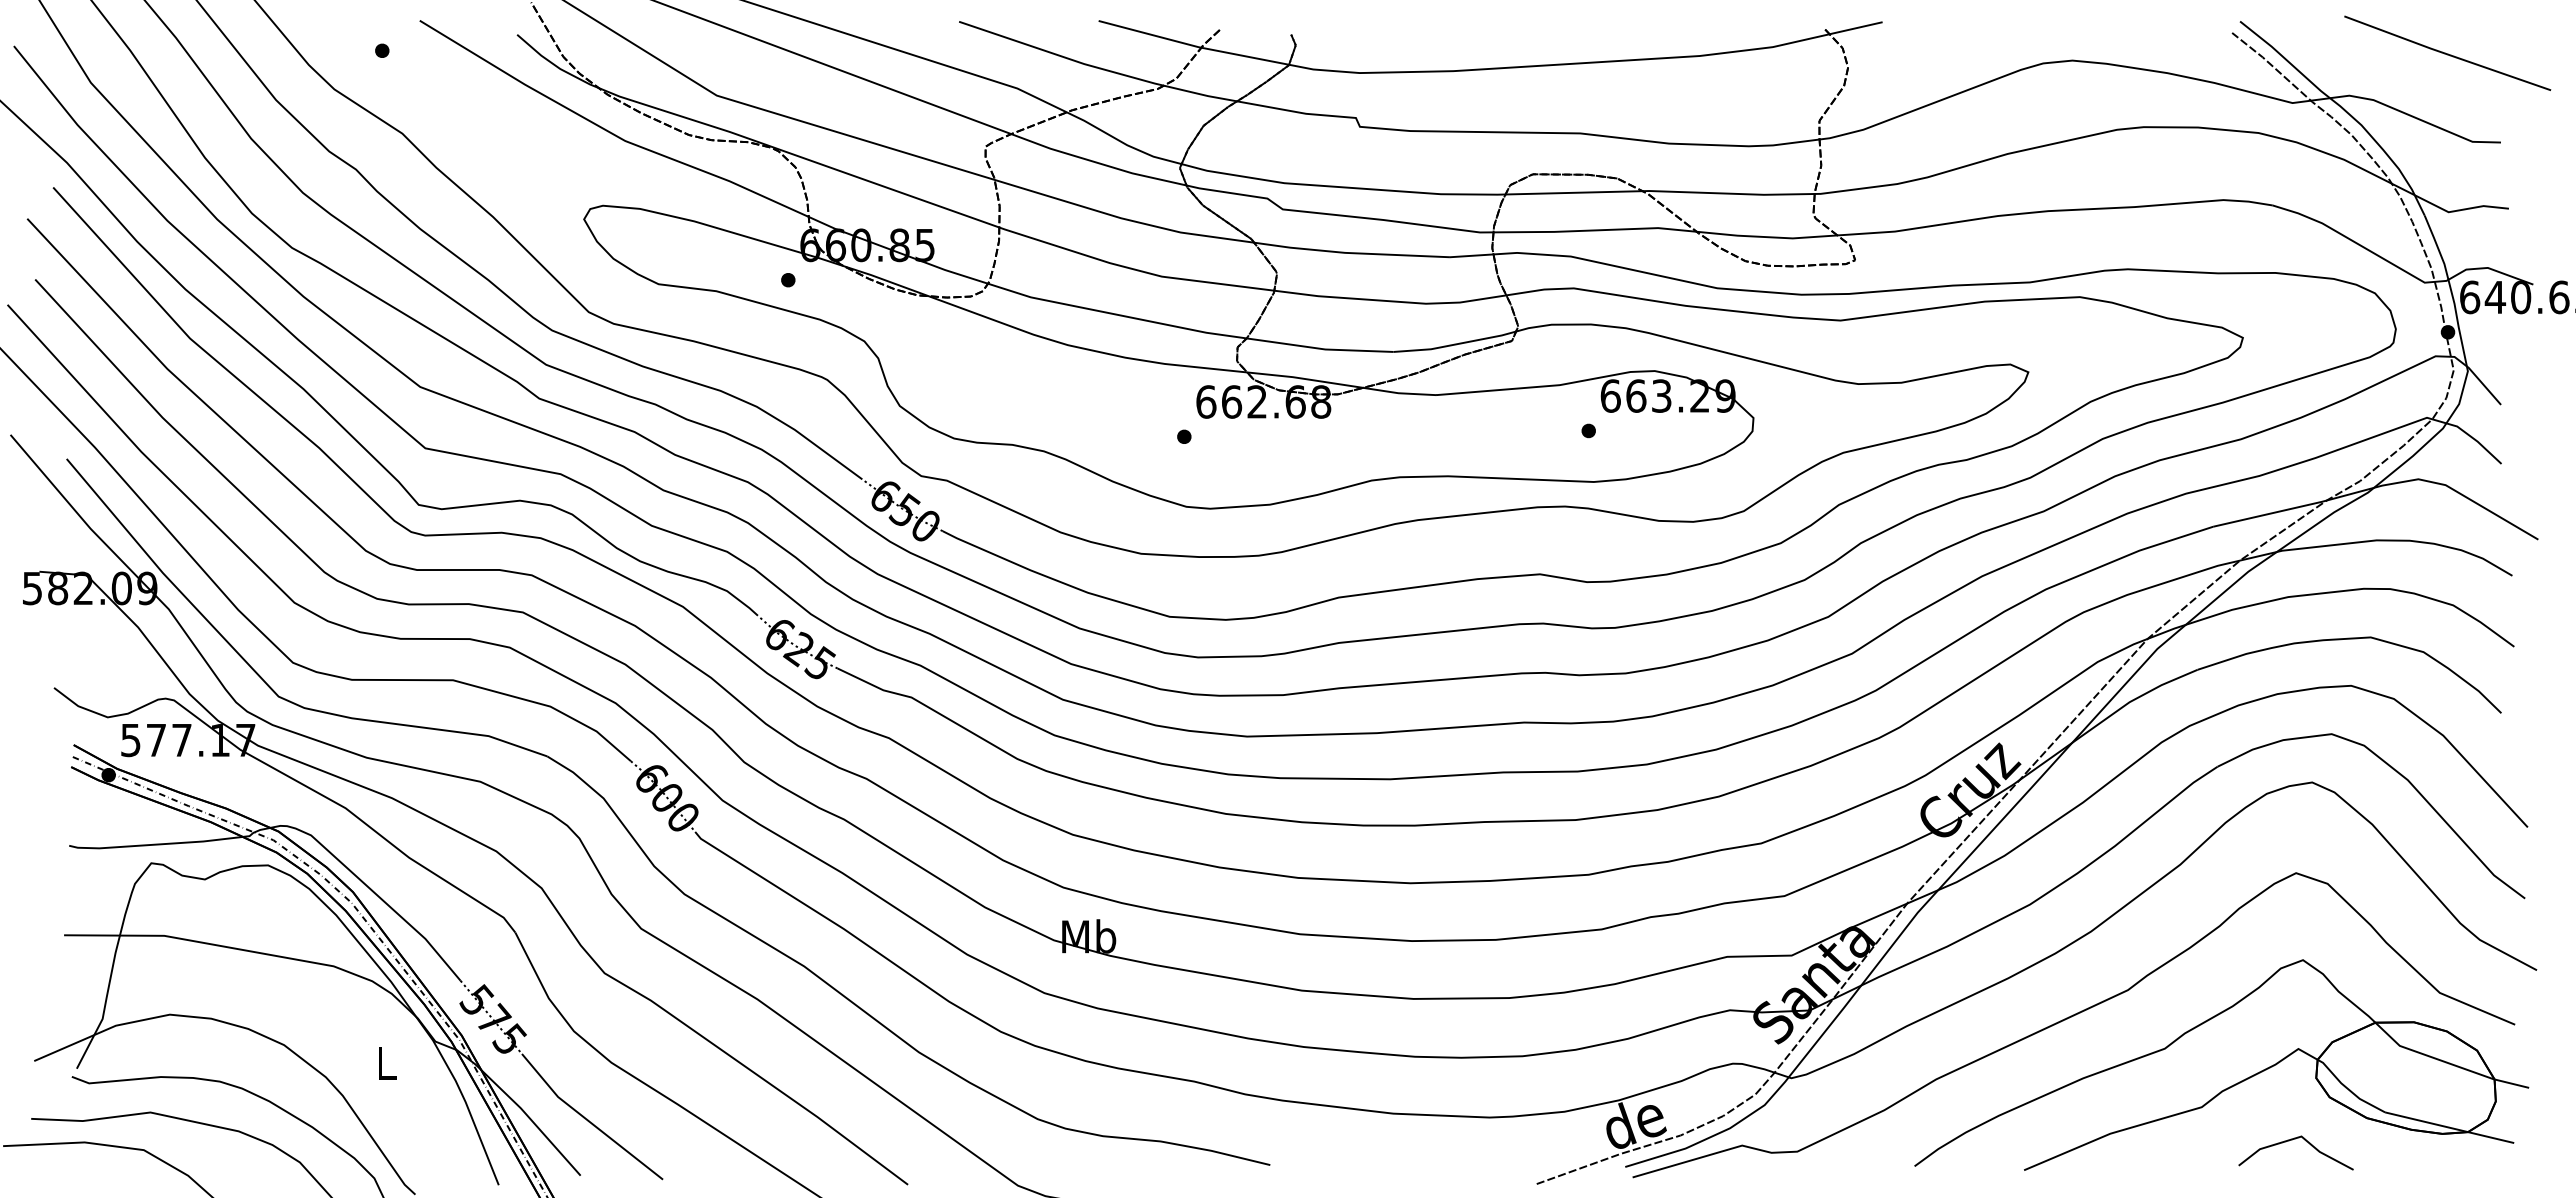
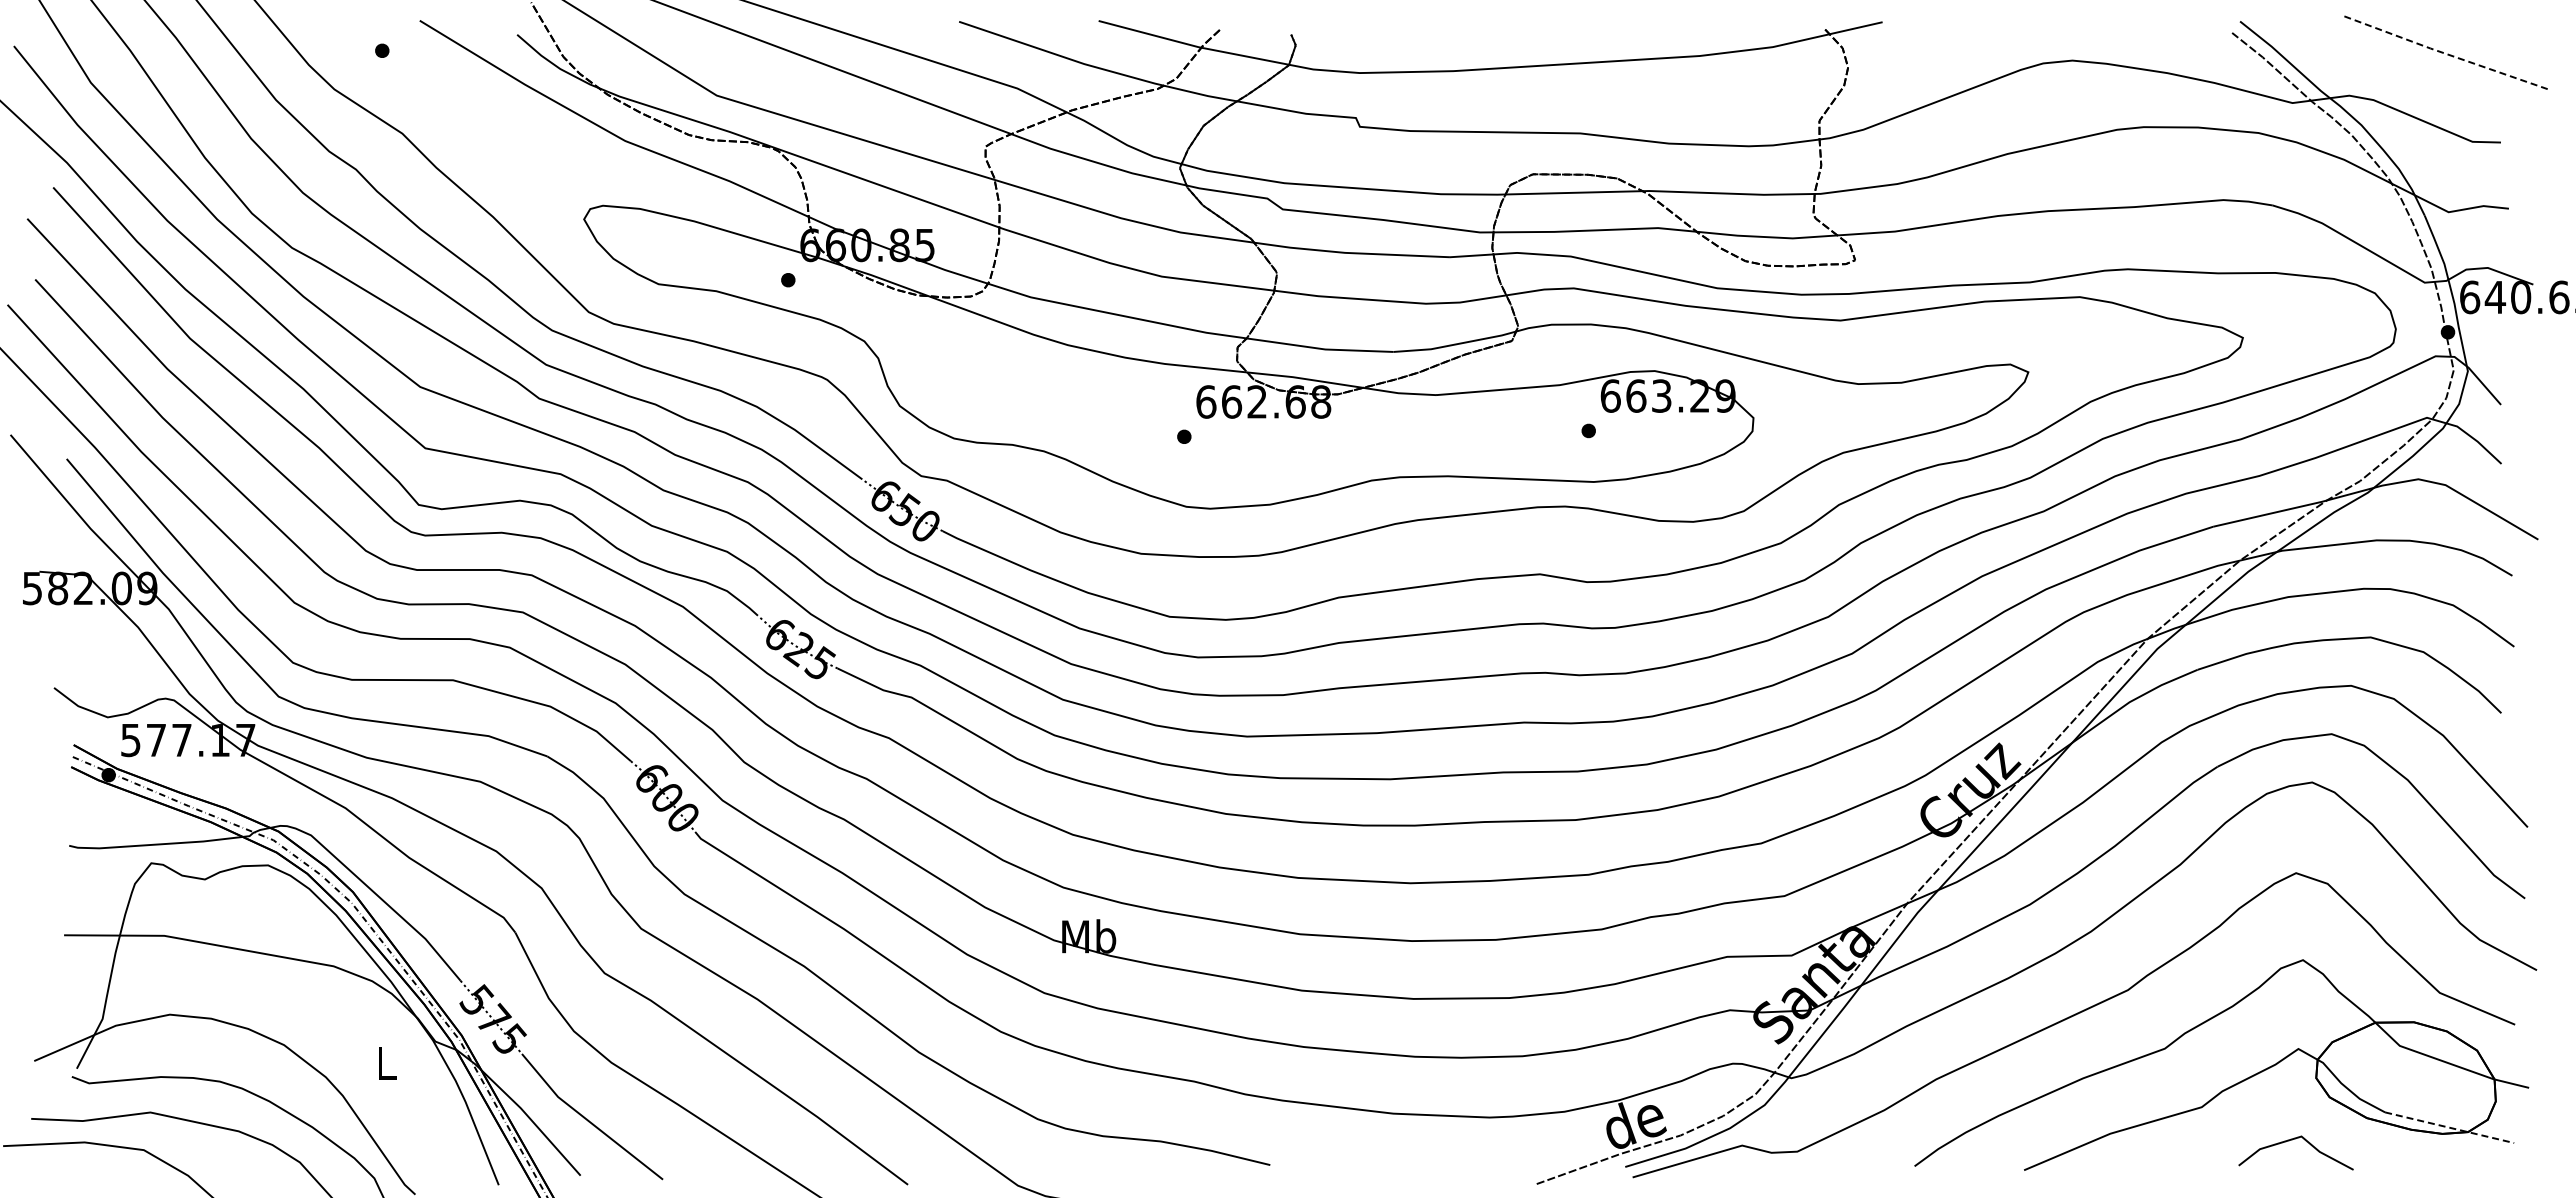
line at (2446, 54): solid -> dashed
line at (2450, 1127): solid -> dashed
